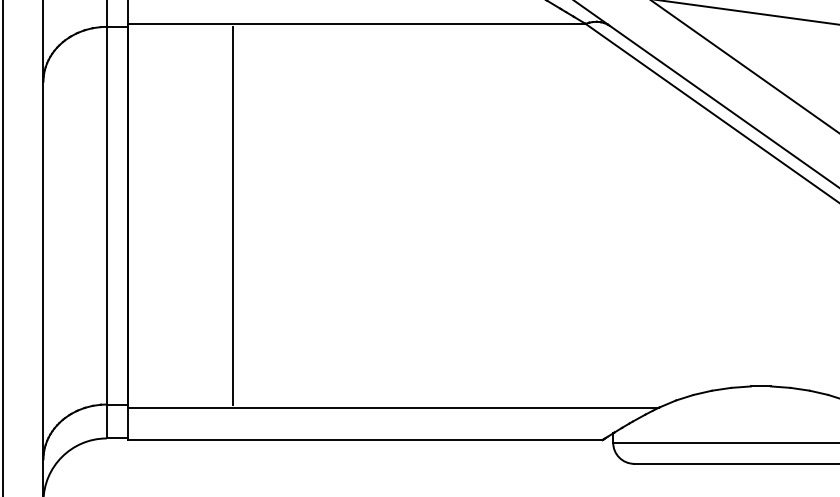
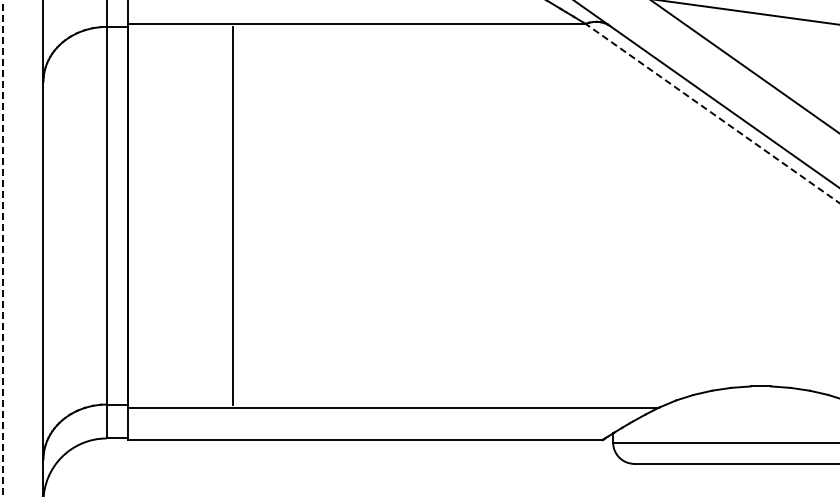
line at (712, 113): solid -> dashed
line at (2, 248): solid -> dashed
